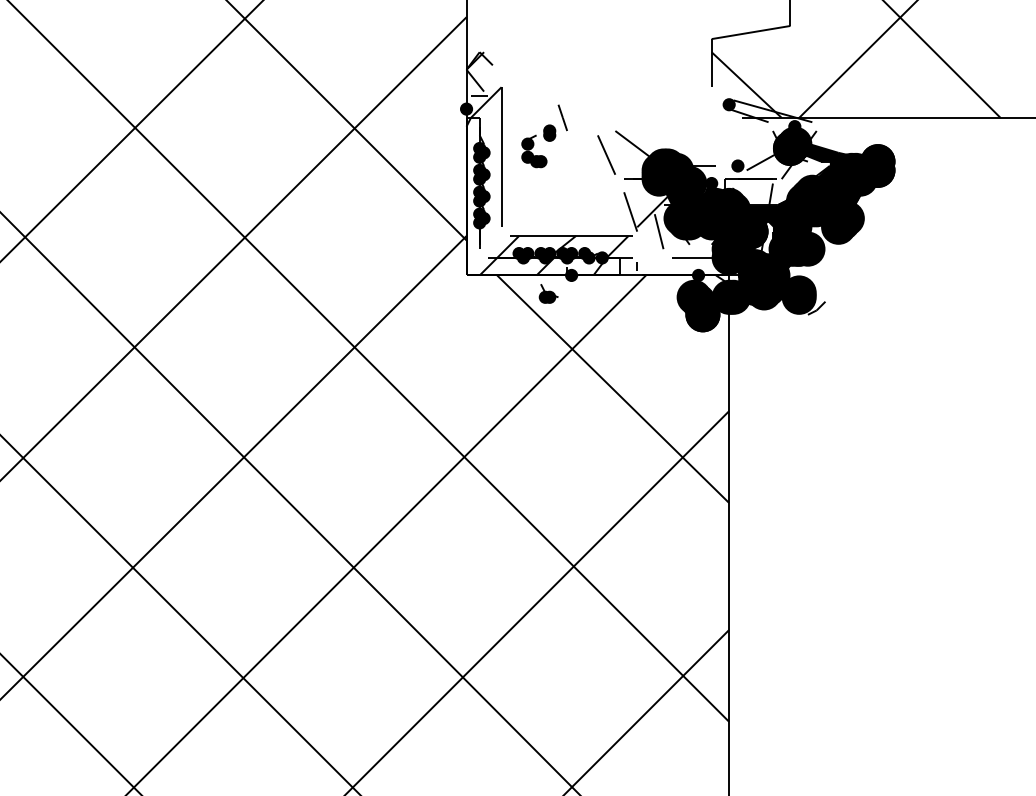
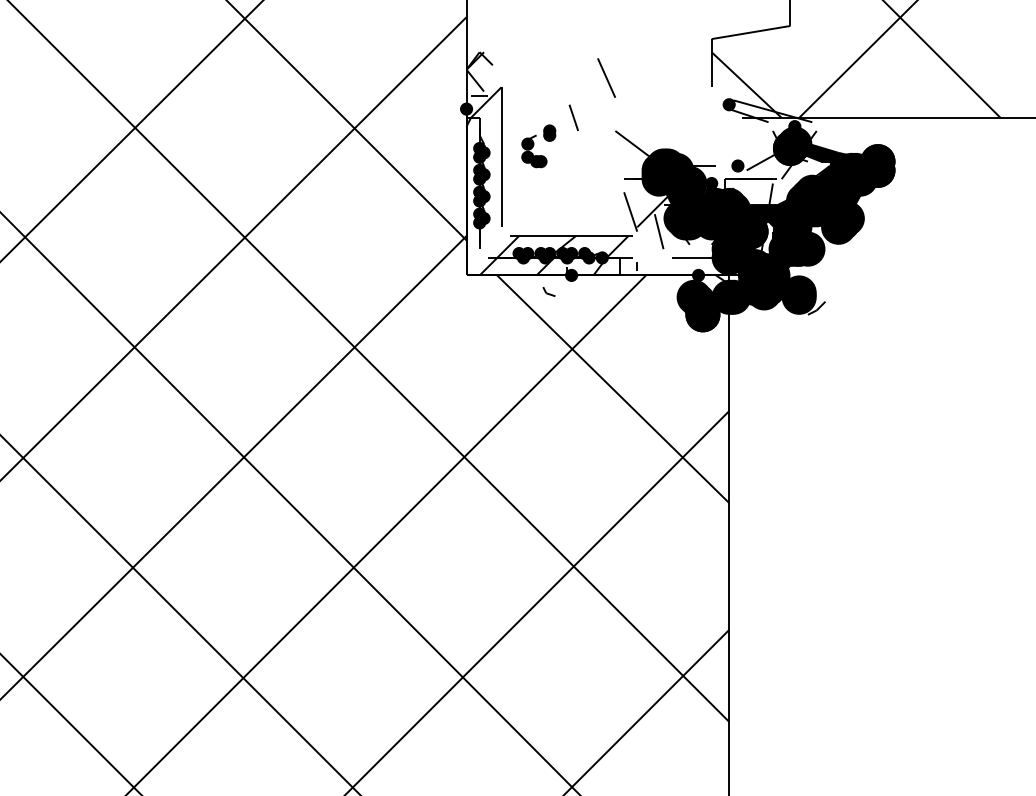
line at (562, 117) position: (562, 117) -> (573, 117)
line at (606, 154) position: (606, 154) -> (606, 77)
part at (548, 293) size: 21x20 px -> 14x10 px
